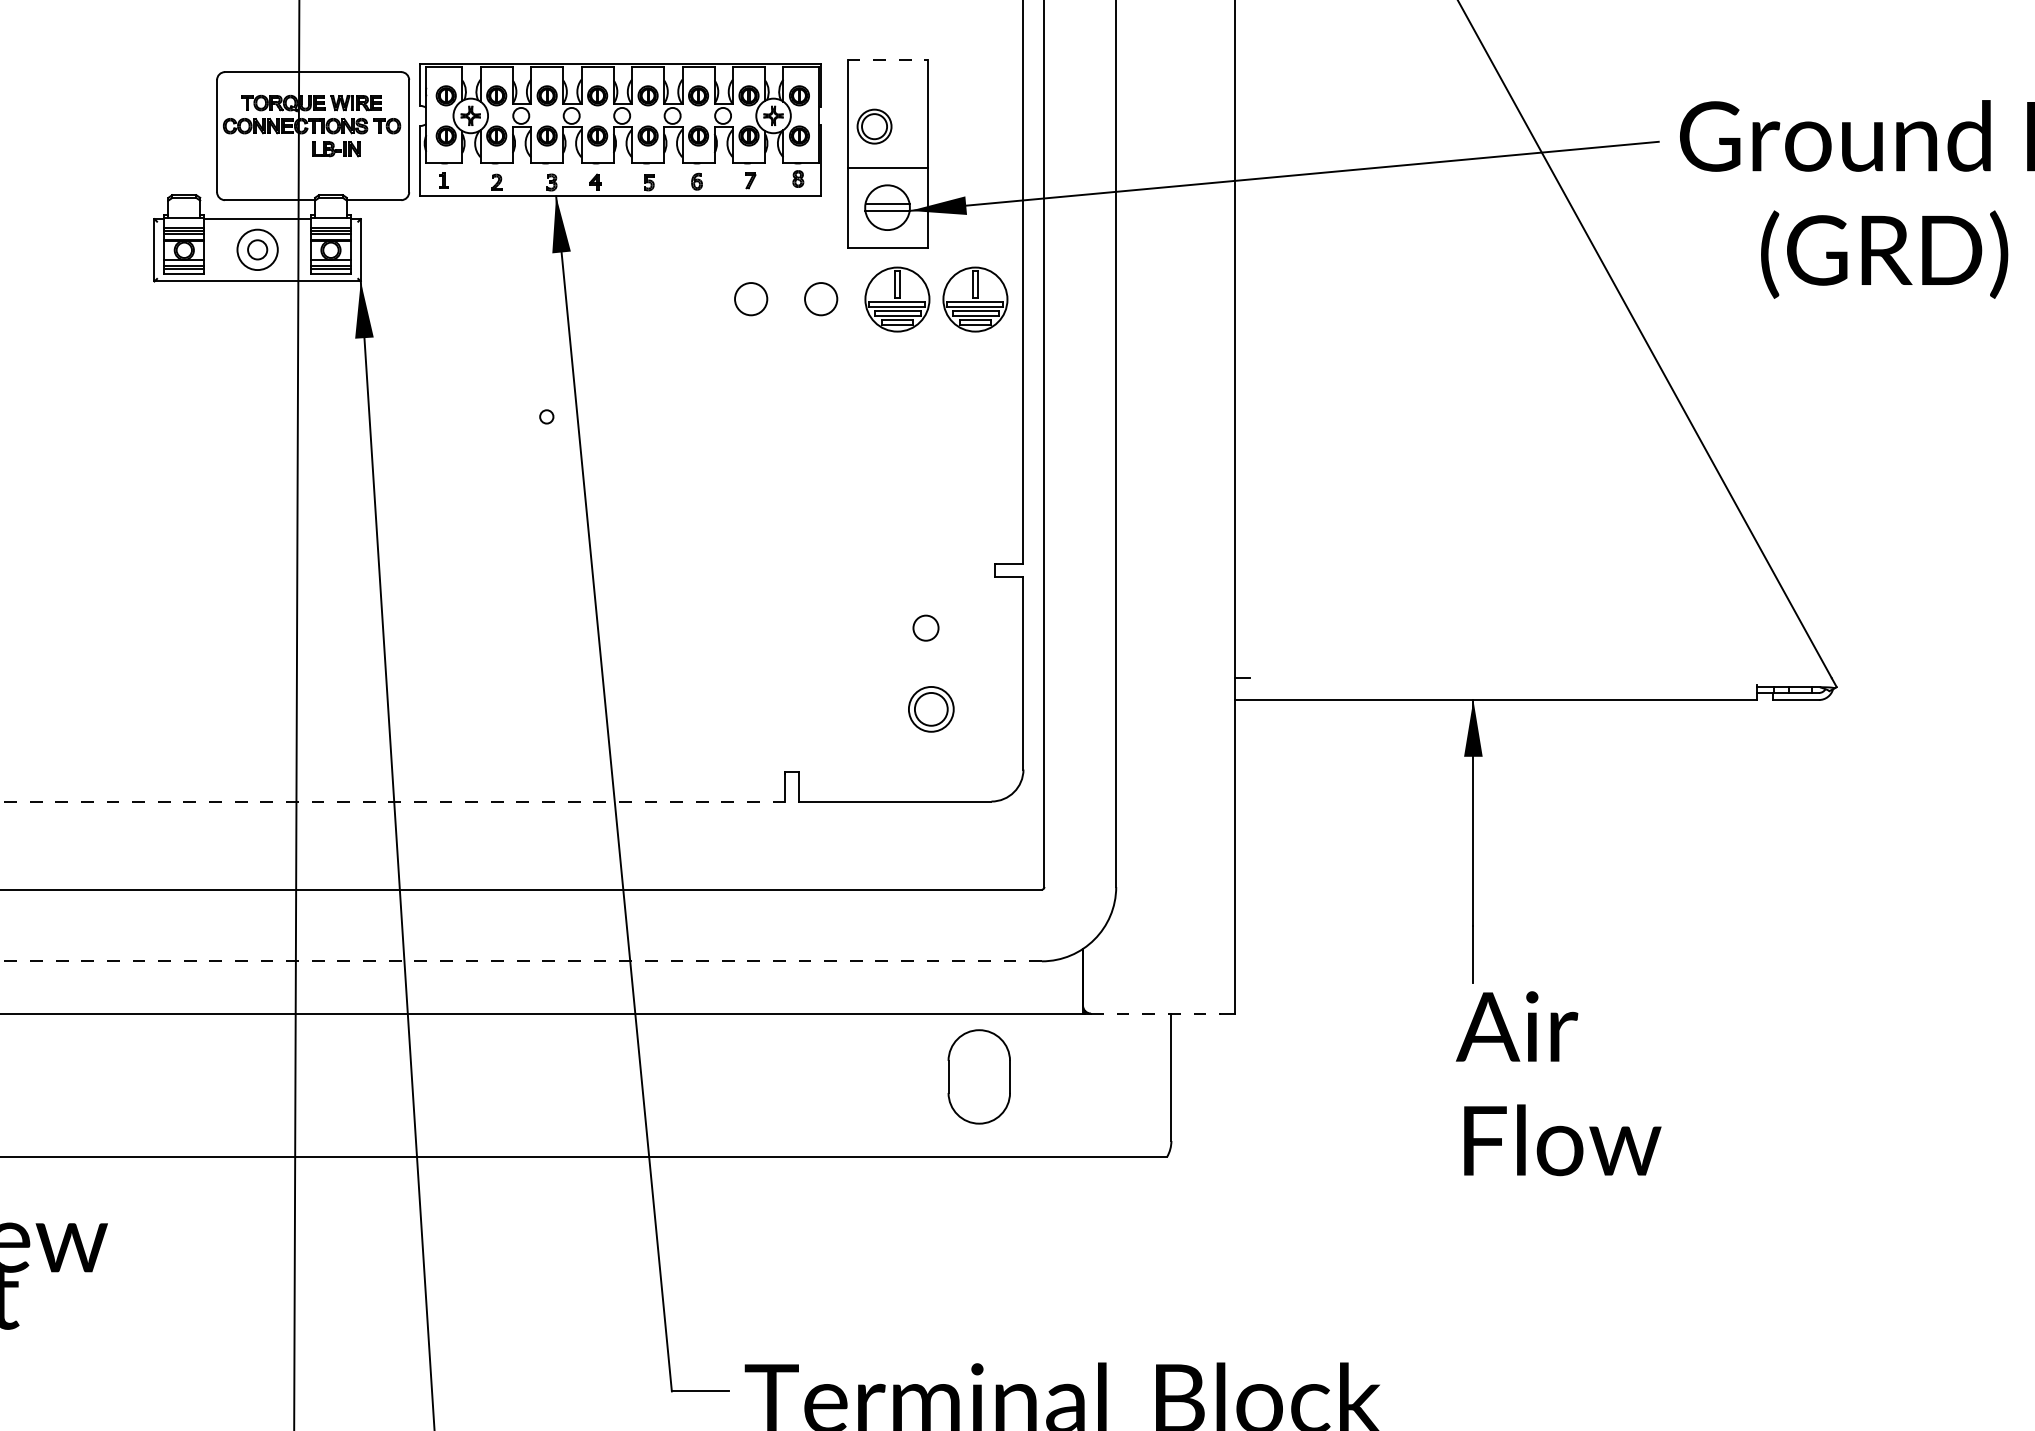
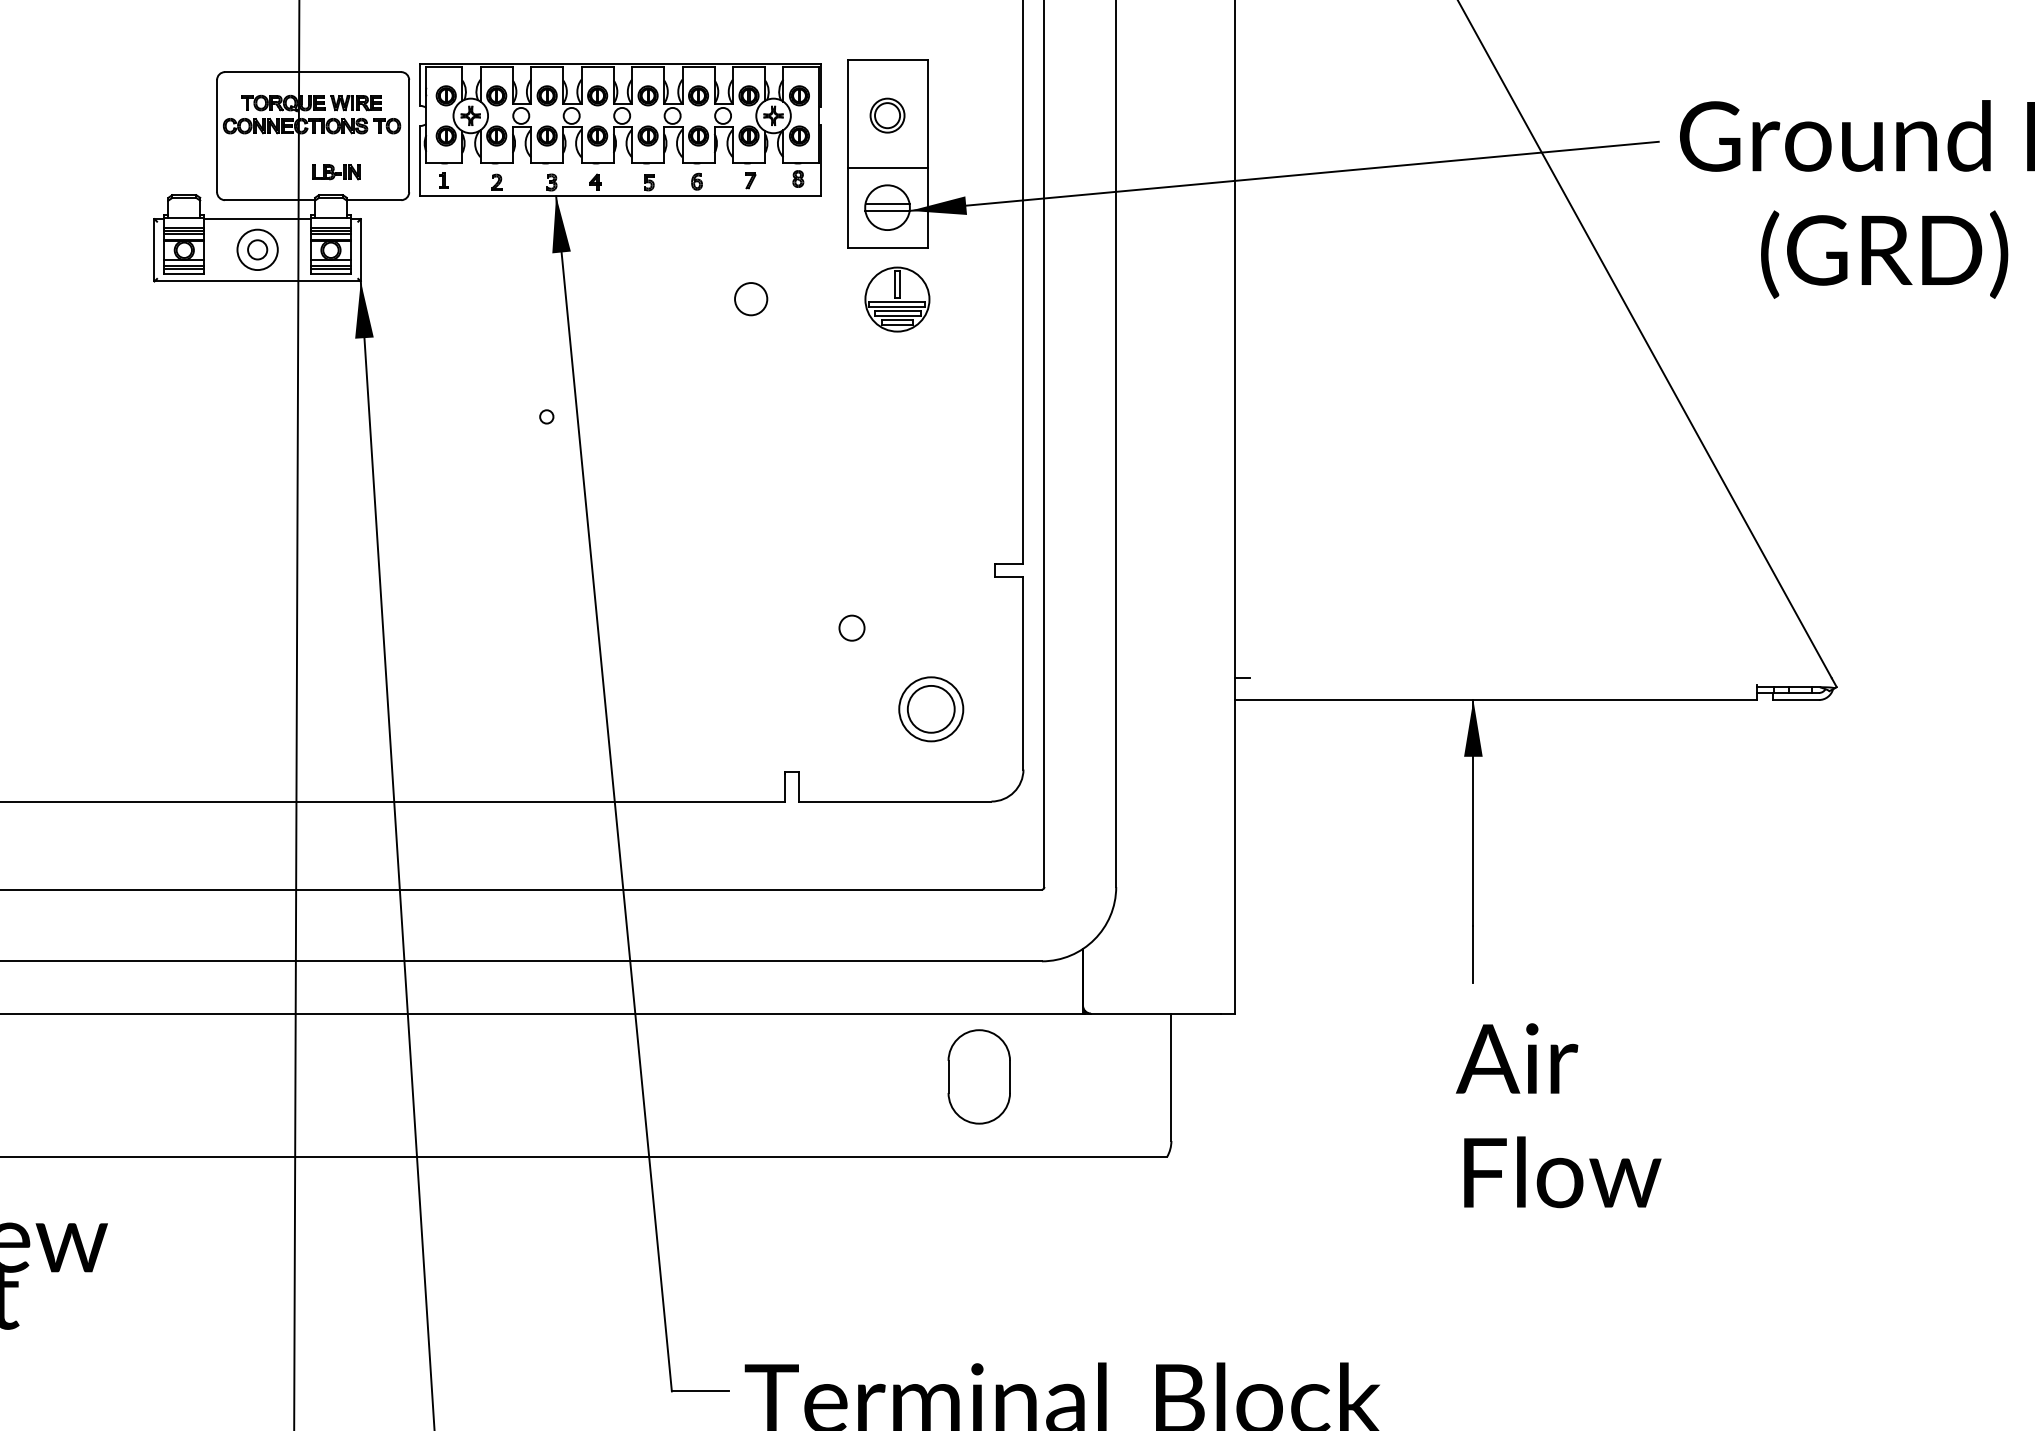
line at (888, 59): dashed -> solid
part at (874, 126) position: (874, 126) -> (887, 115)
part at (336, 149) position: (336, 149) -> (336, 172)
circle at (821, 299): present -> none
part at (975, 299): present -> none
circle at (925, 627) position: (925, 627) -> (851, 627)
part at (931, 709) size: 47x47 px -> 67x67 px
line at (392, 801): dashed -> solid
line at (520, 961): dashed -> solid
line at (1156, 1013): dashed -> solid
text at (1558, 1083) position: (1558, 1083) -> (1558, 1115)
